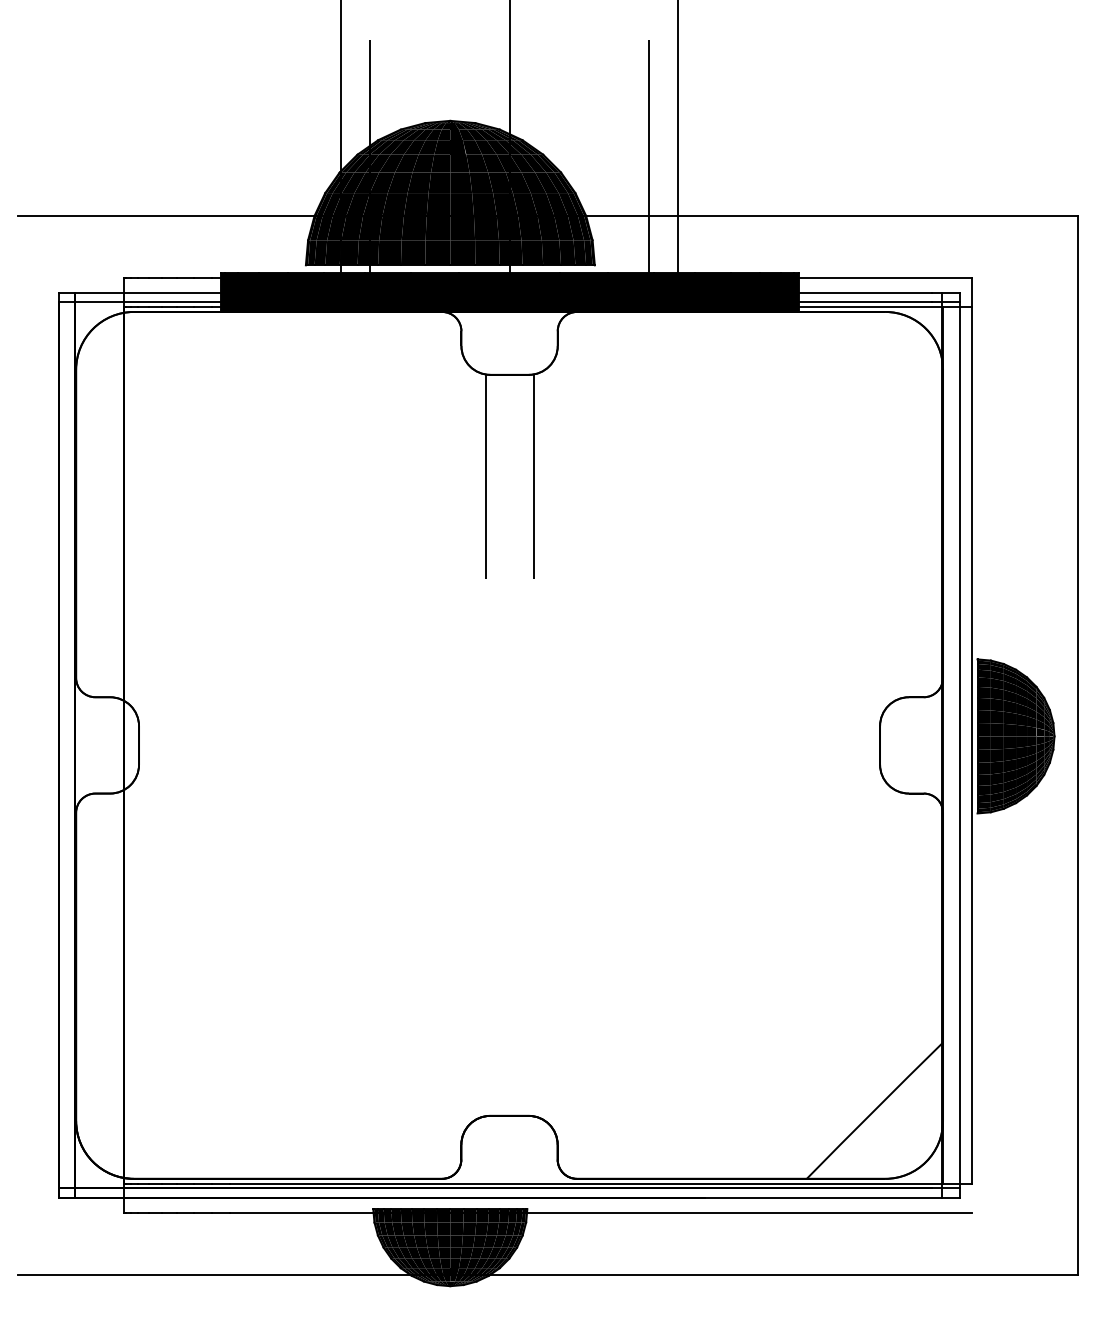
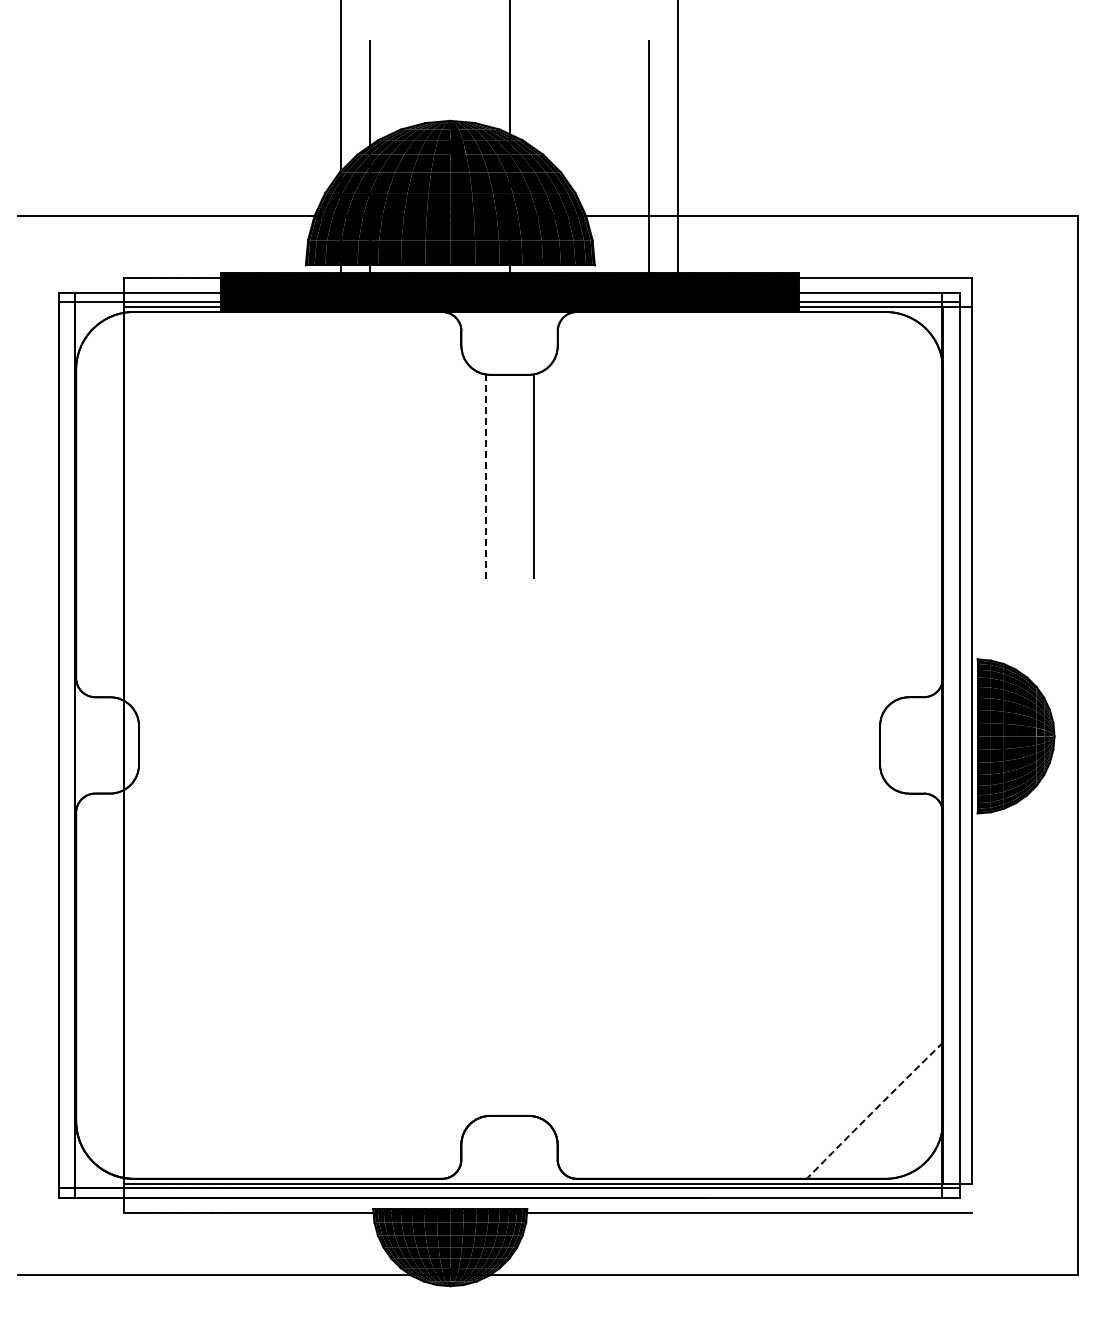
line at (485, 477): solid -> dashed
arc at (874, 1110): solid -> dashed
